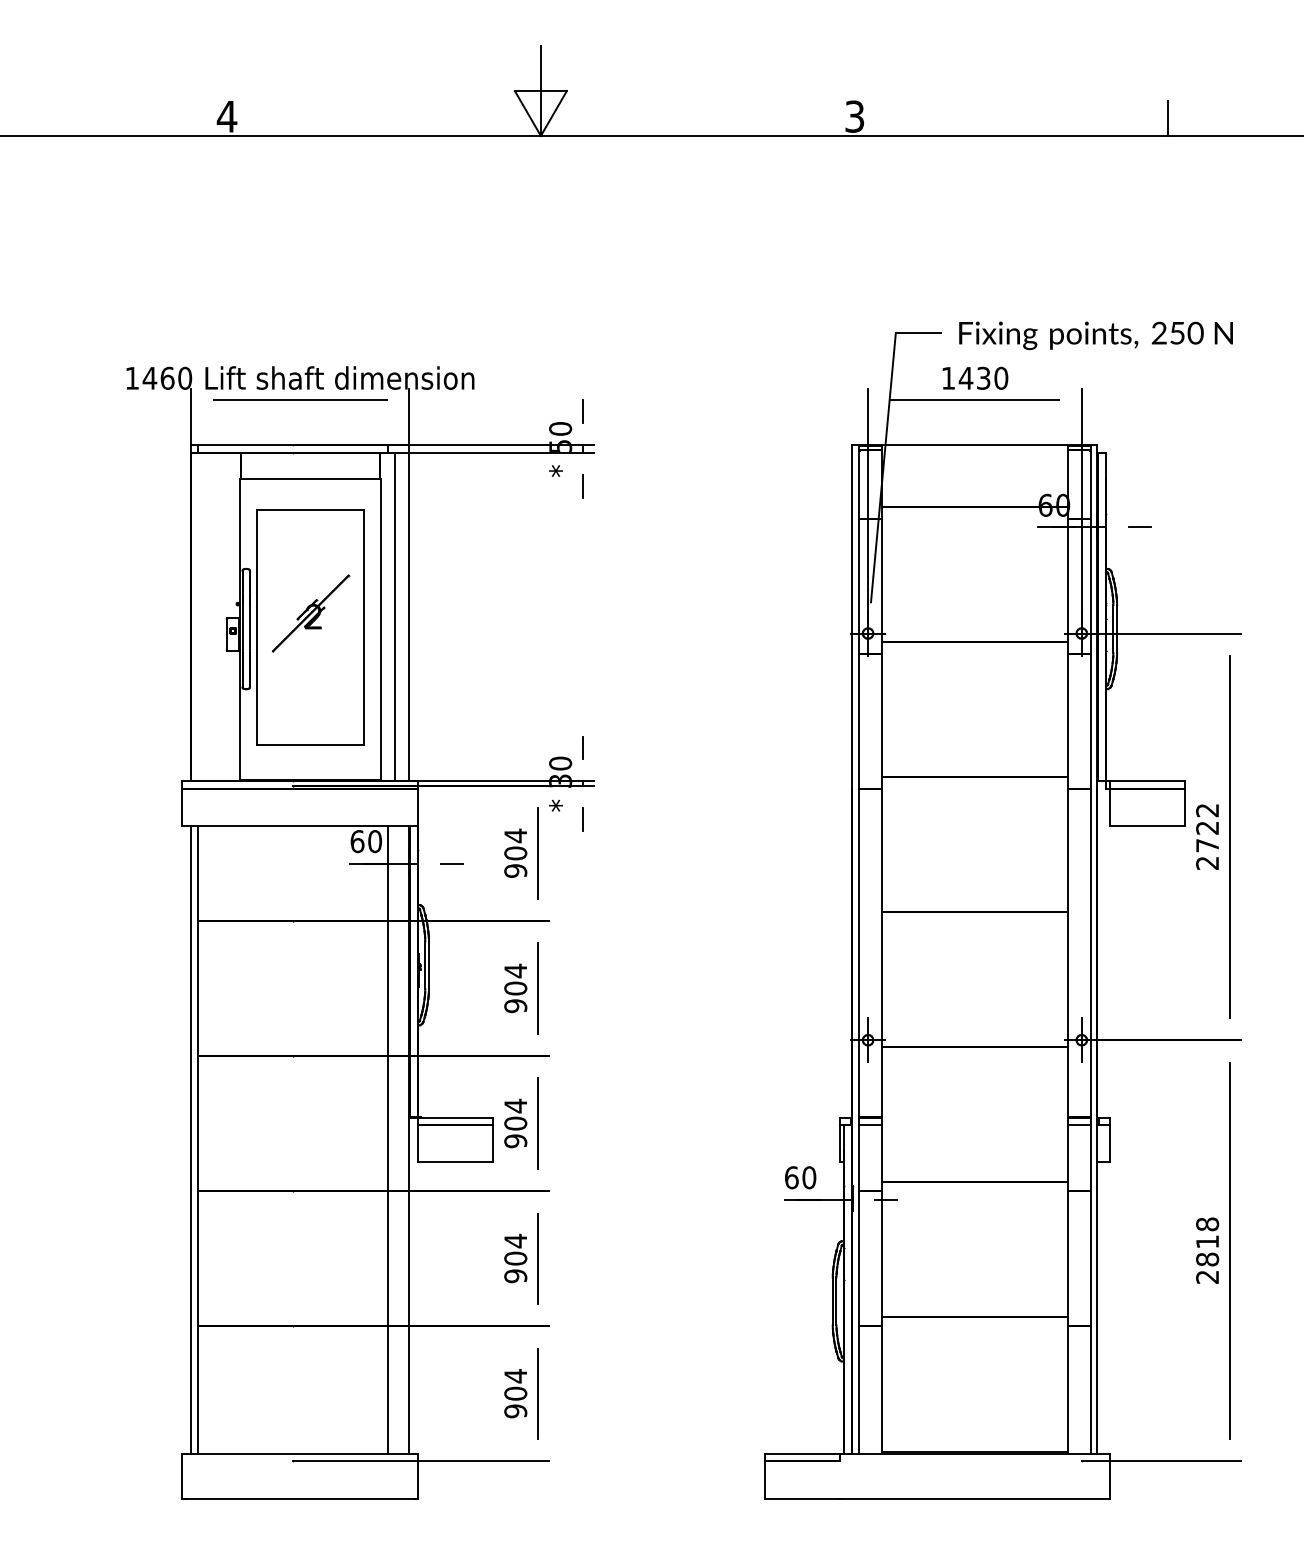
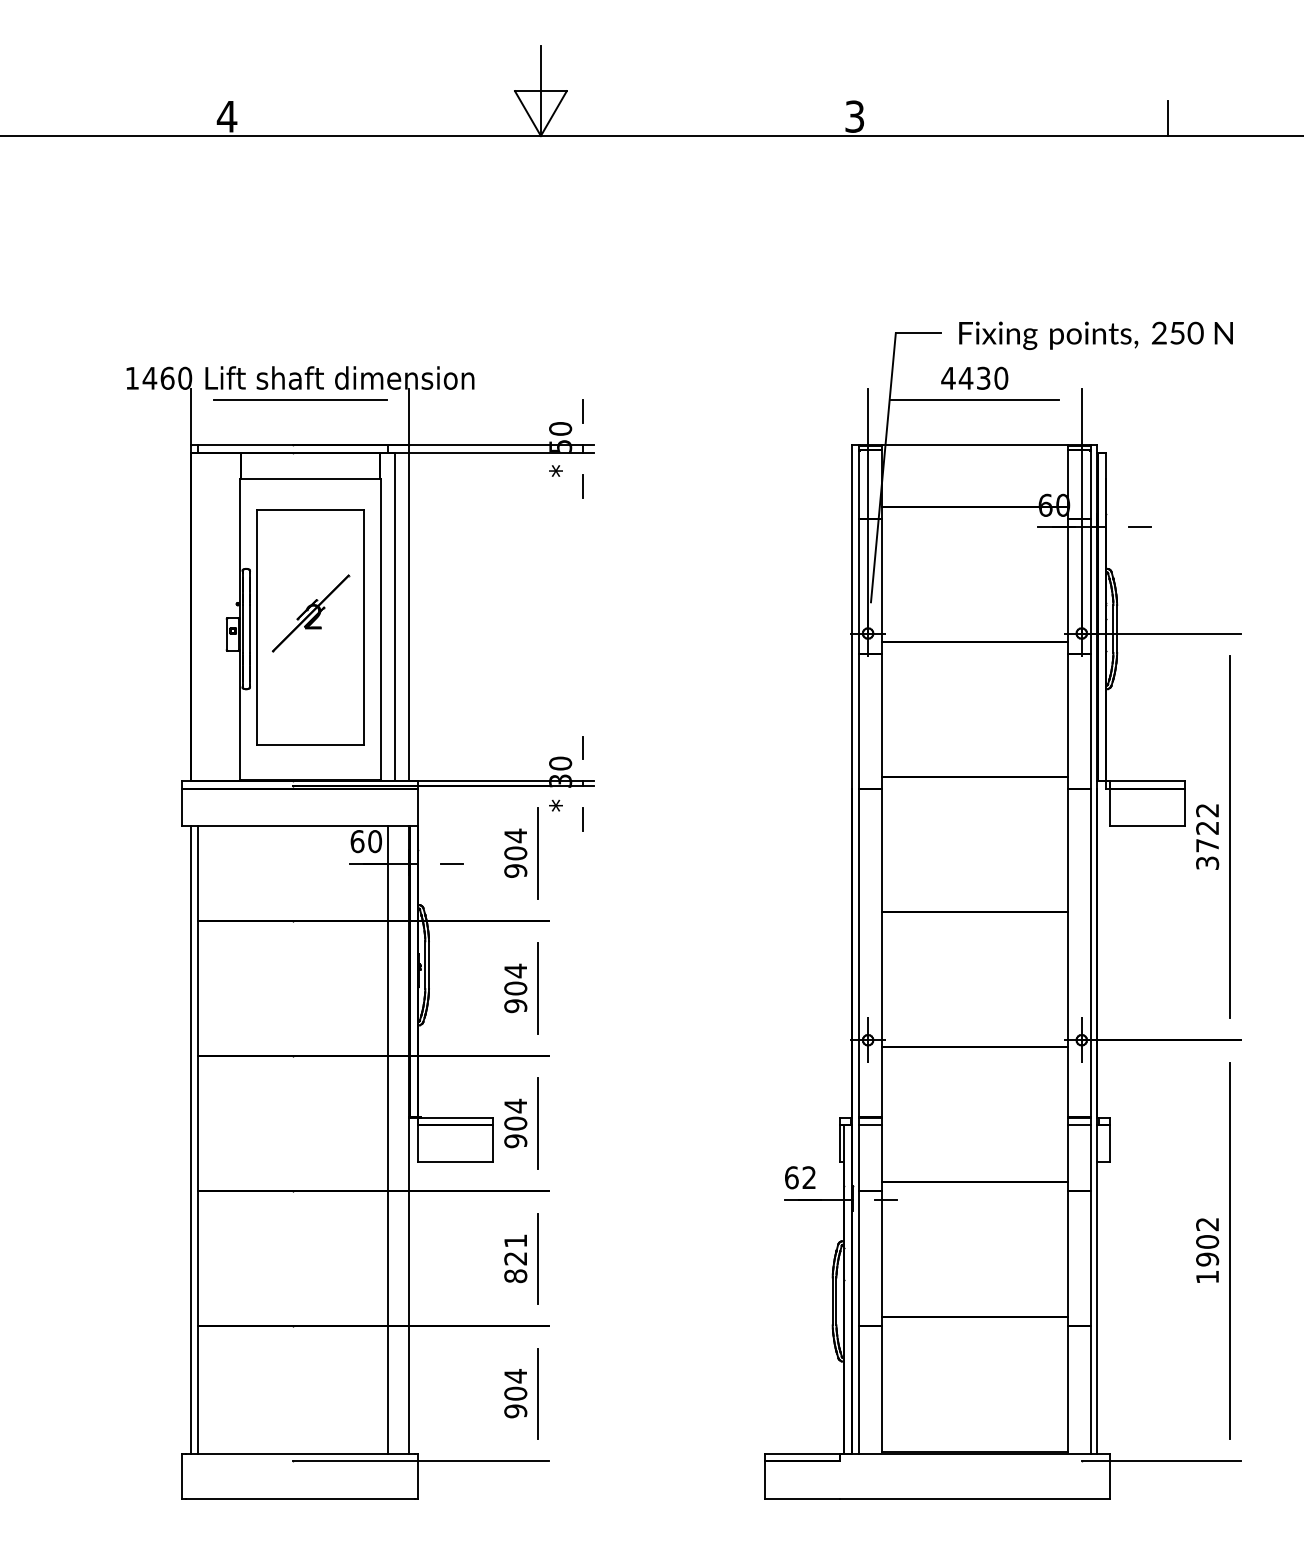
text at (948, 378): 1430 -> 4430
text at (1207, 862): 2722 -> 3722
text at (809, 1177): 60 -> 62
text at (1207, 1250): 2818 -> 1902
text at (515, 1258): 904 -> 821
